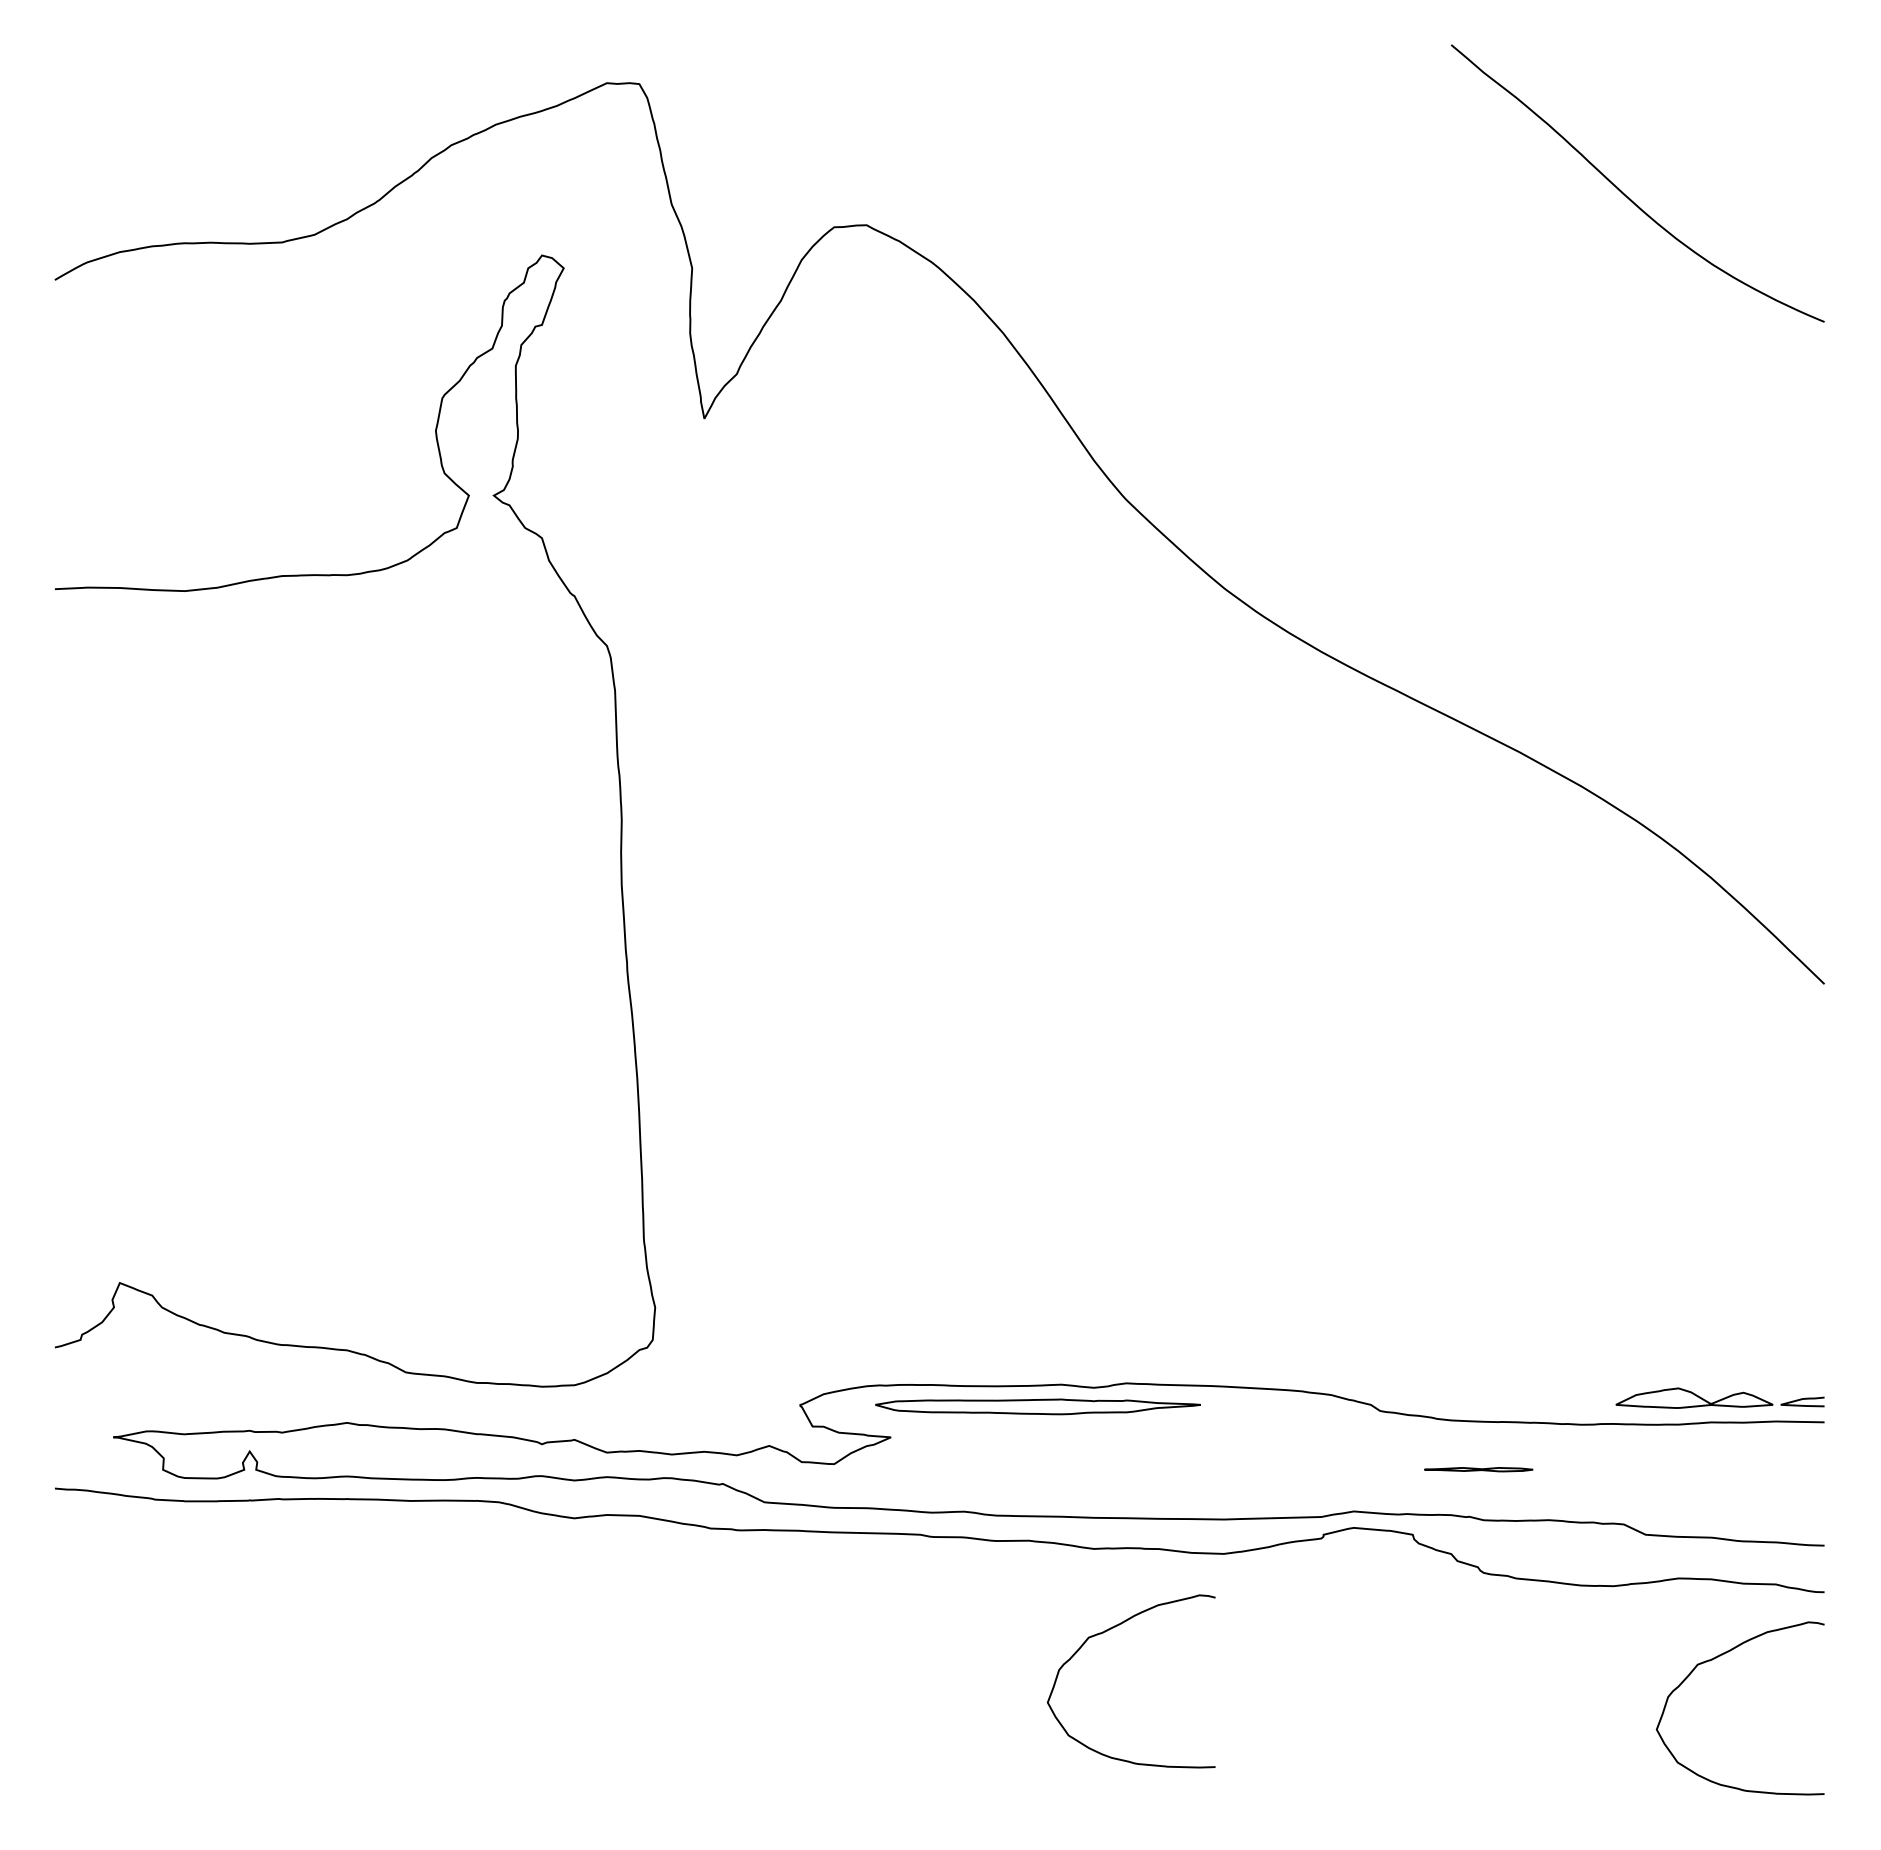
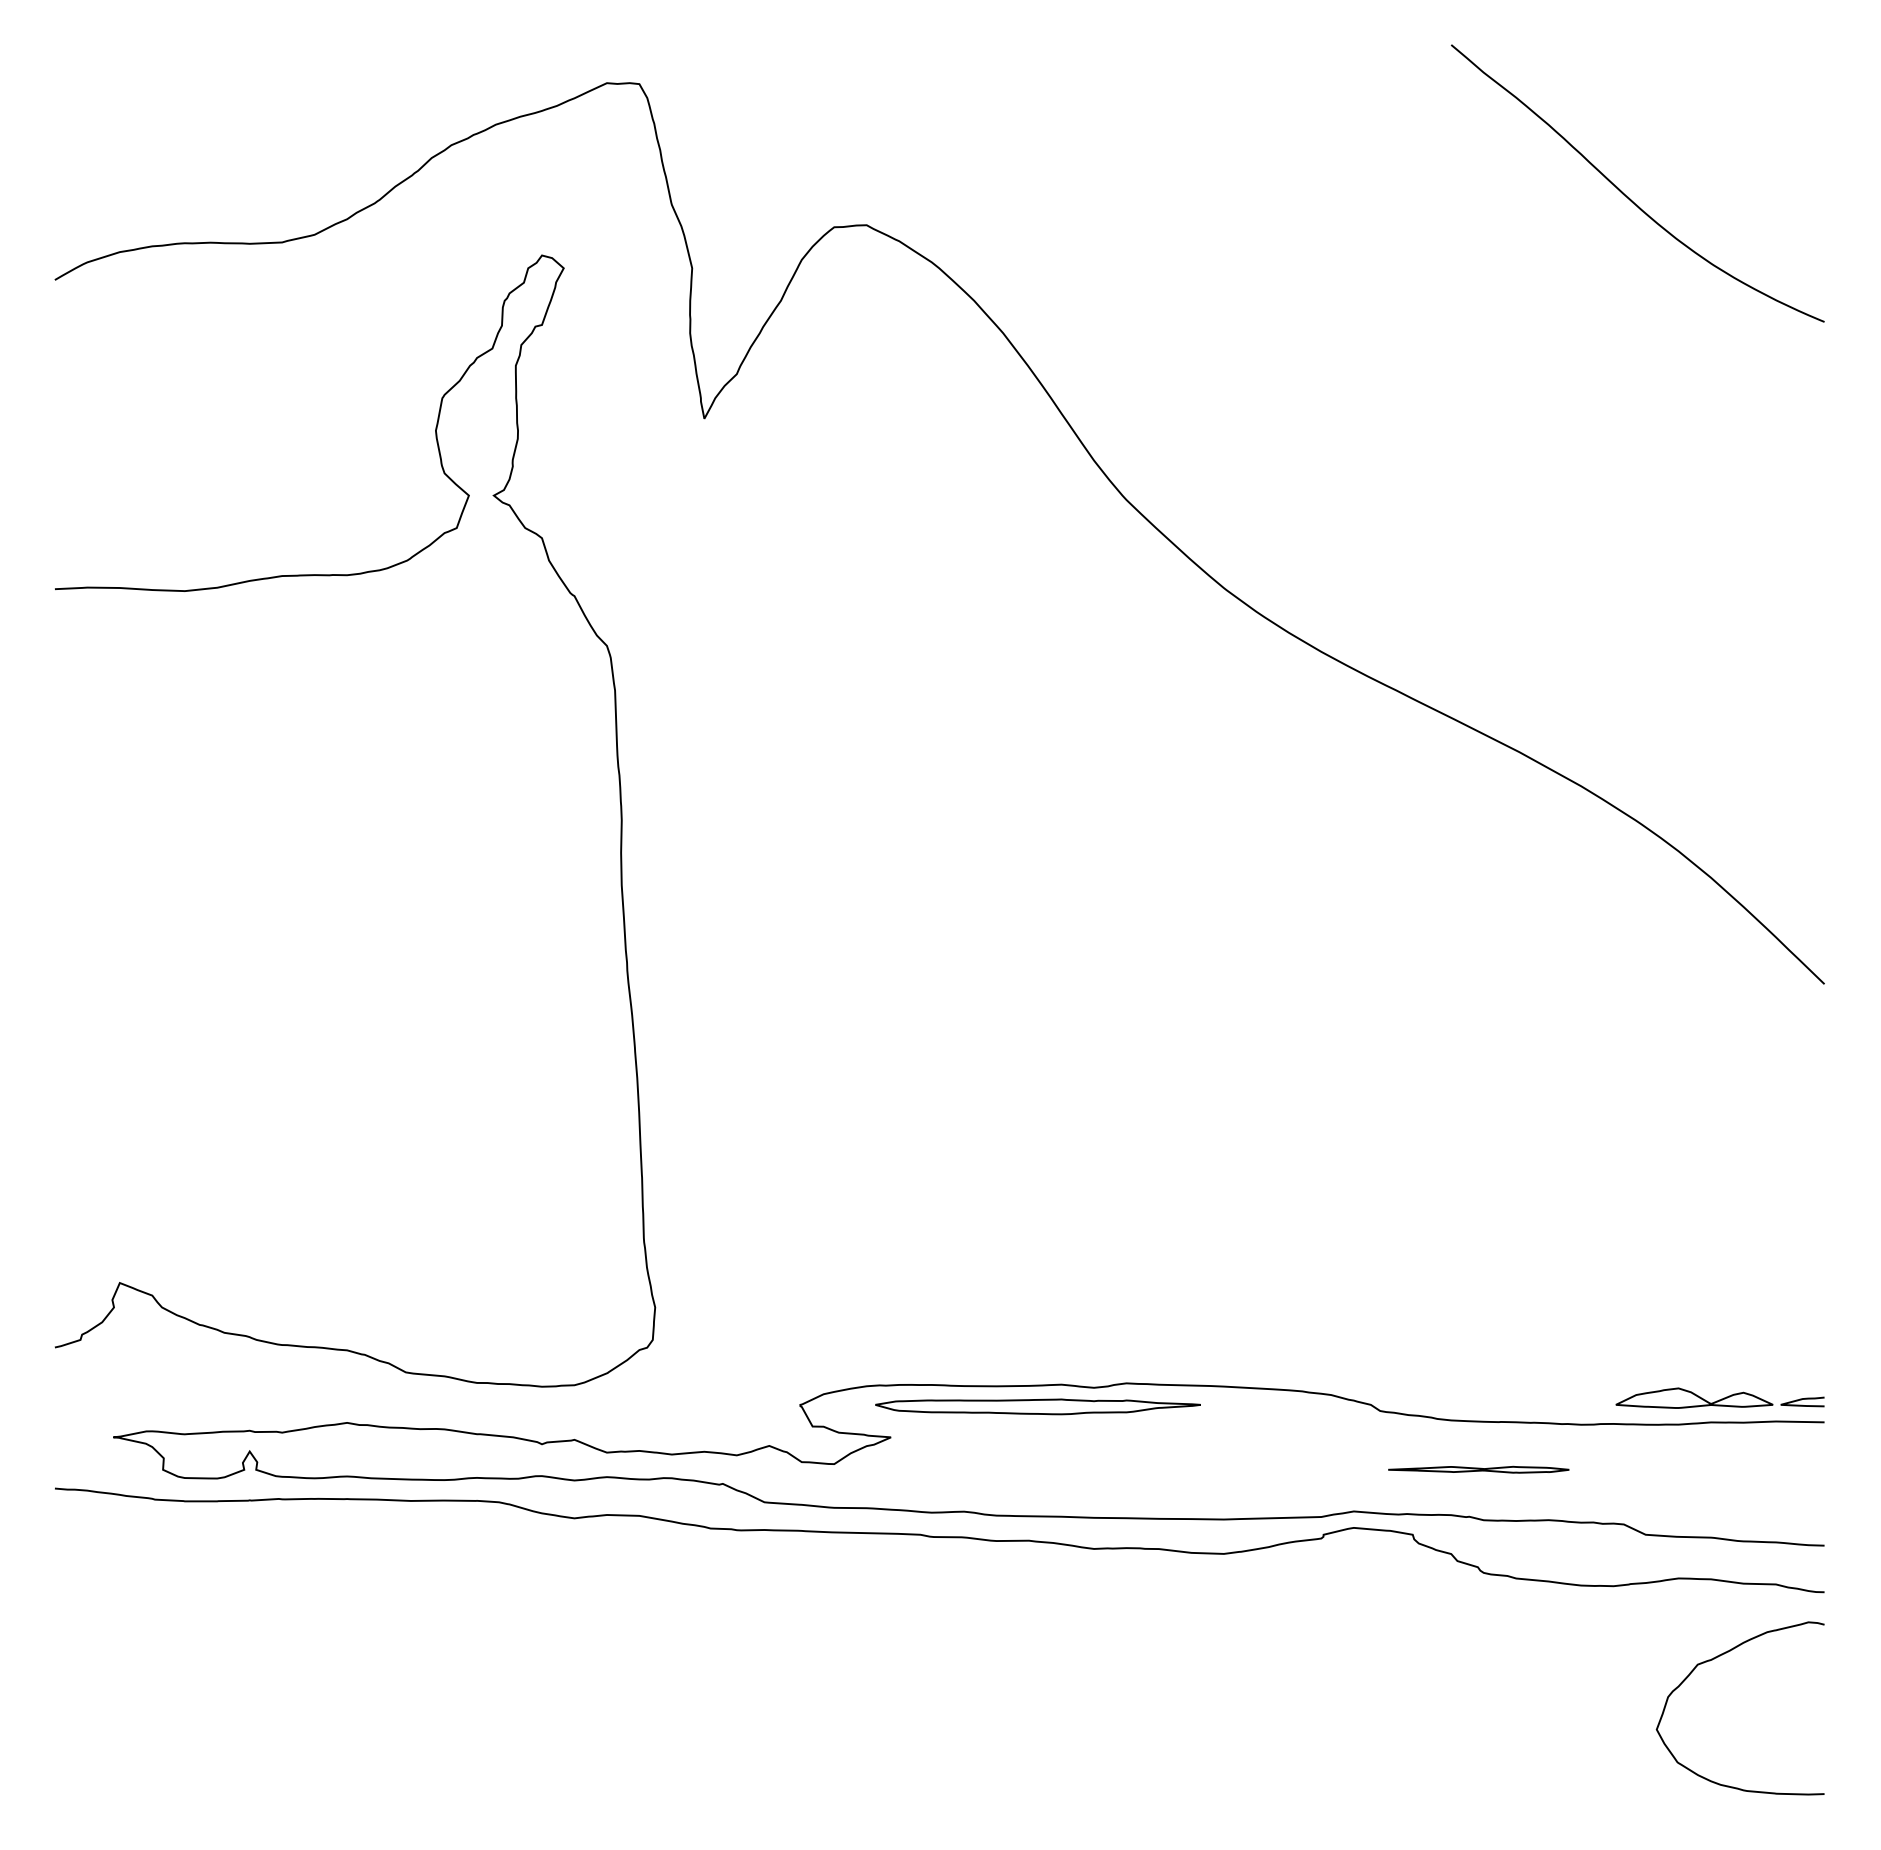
part at (1478, 1469) size: 110x6 px -> 182x9 px
curve at (1105, 1632): present -> none
